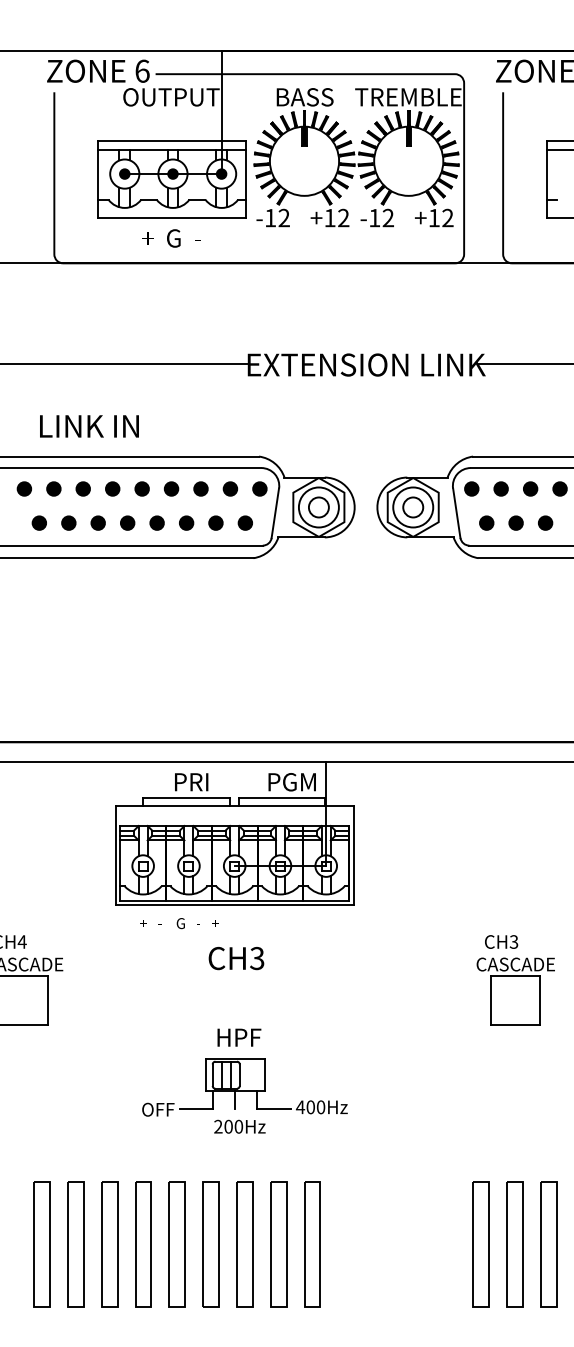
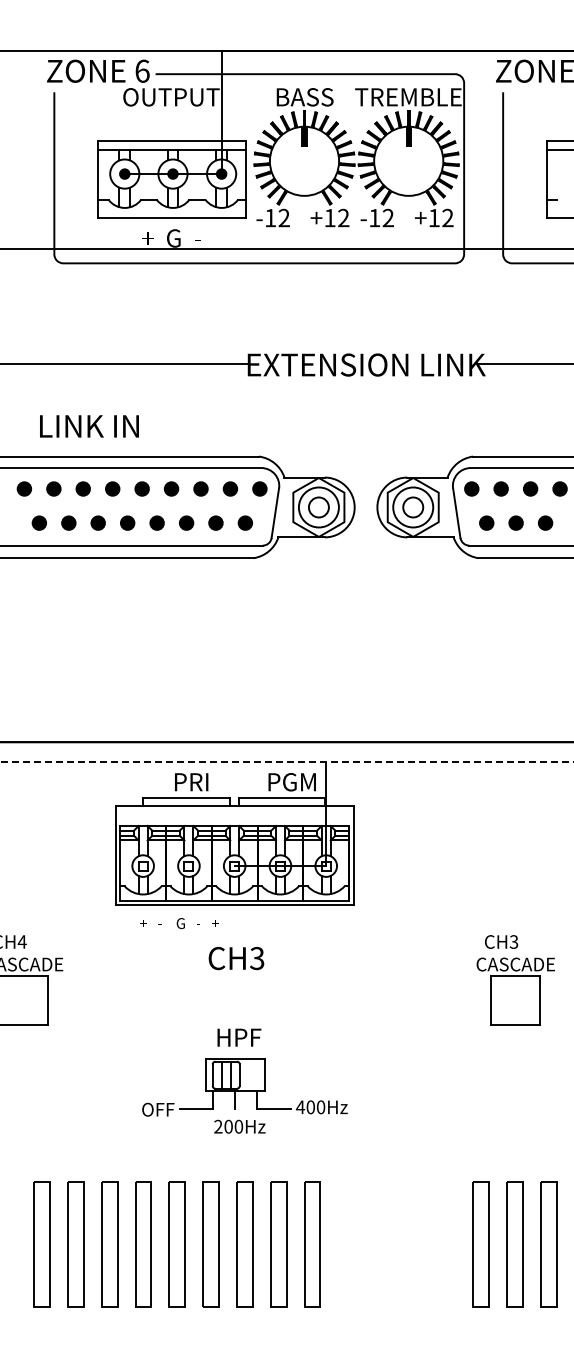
line at (286, 263) position: (286, 263) -> (286, 249)
line at (286, 761): solid -> dashed
